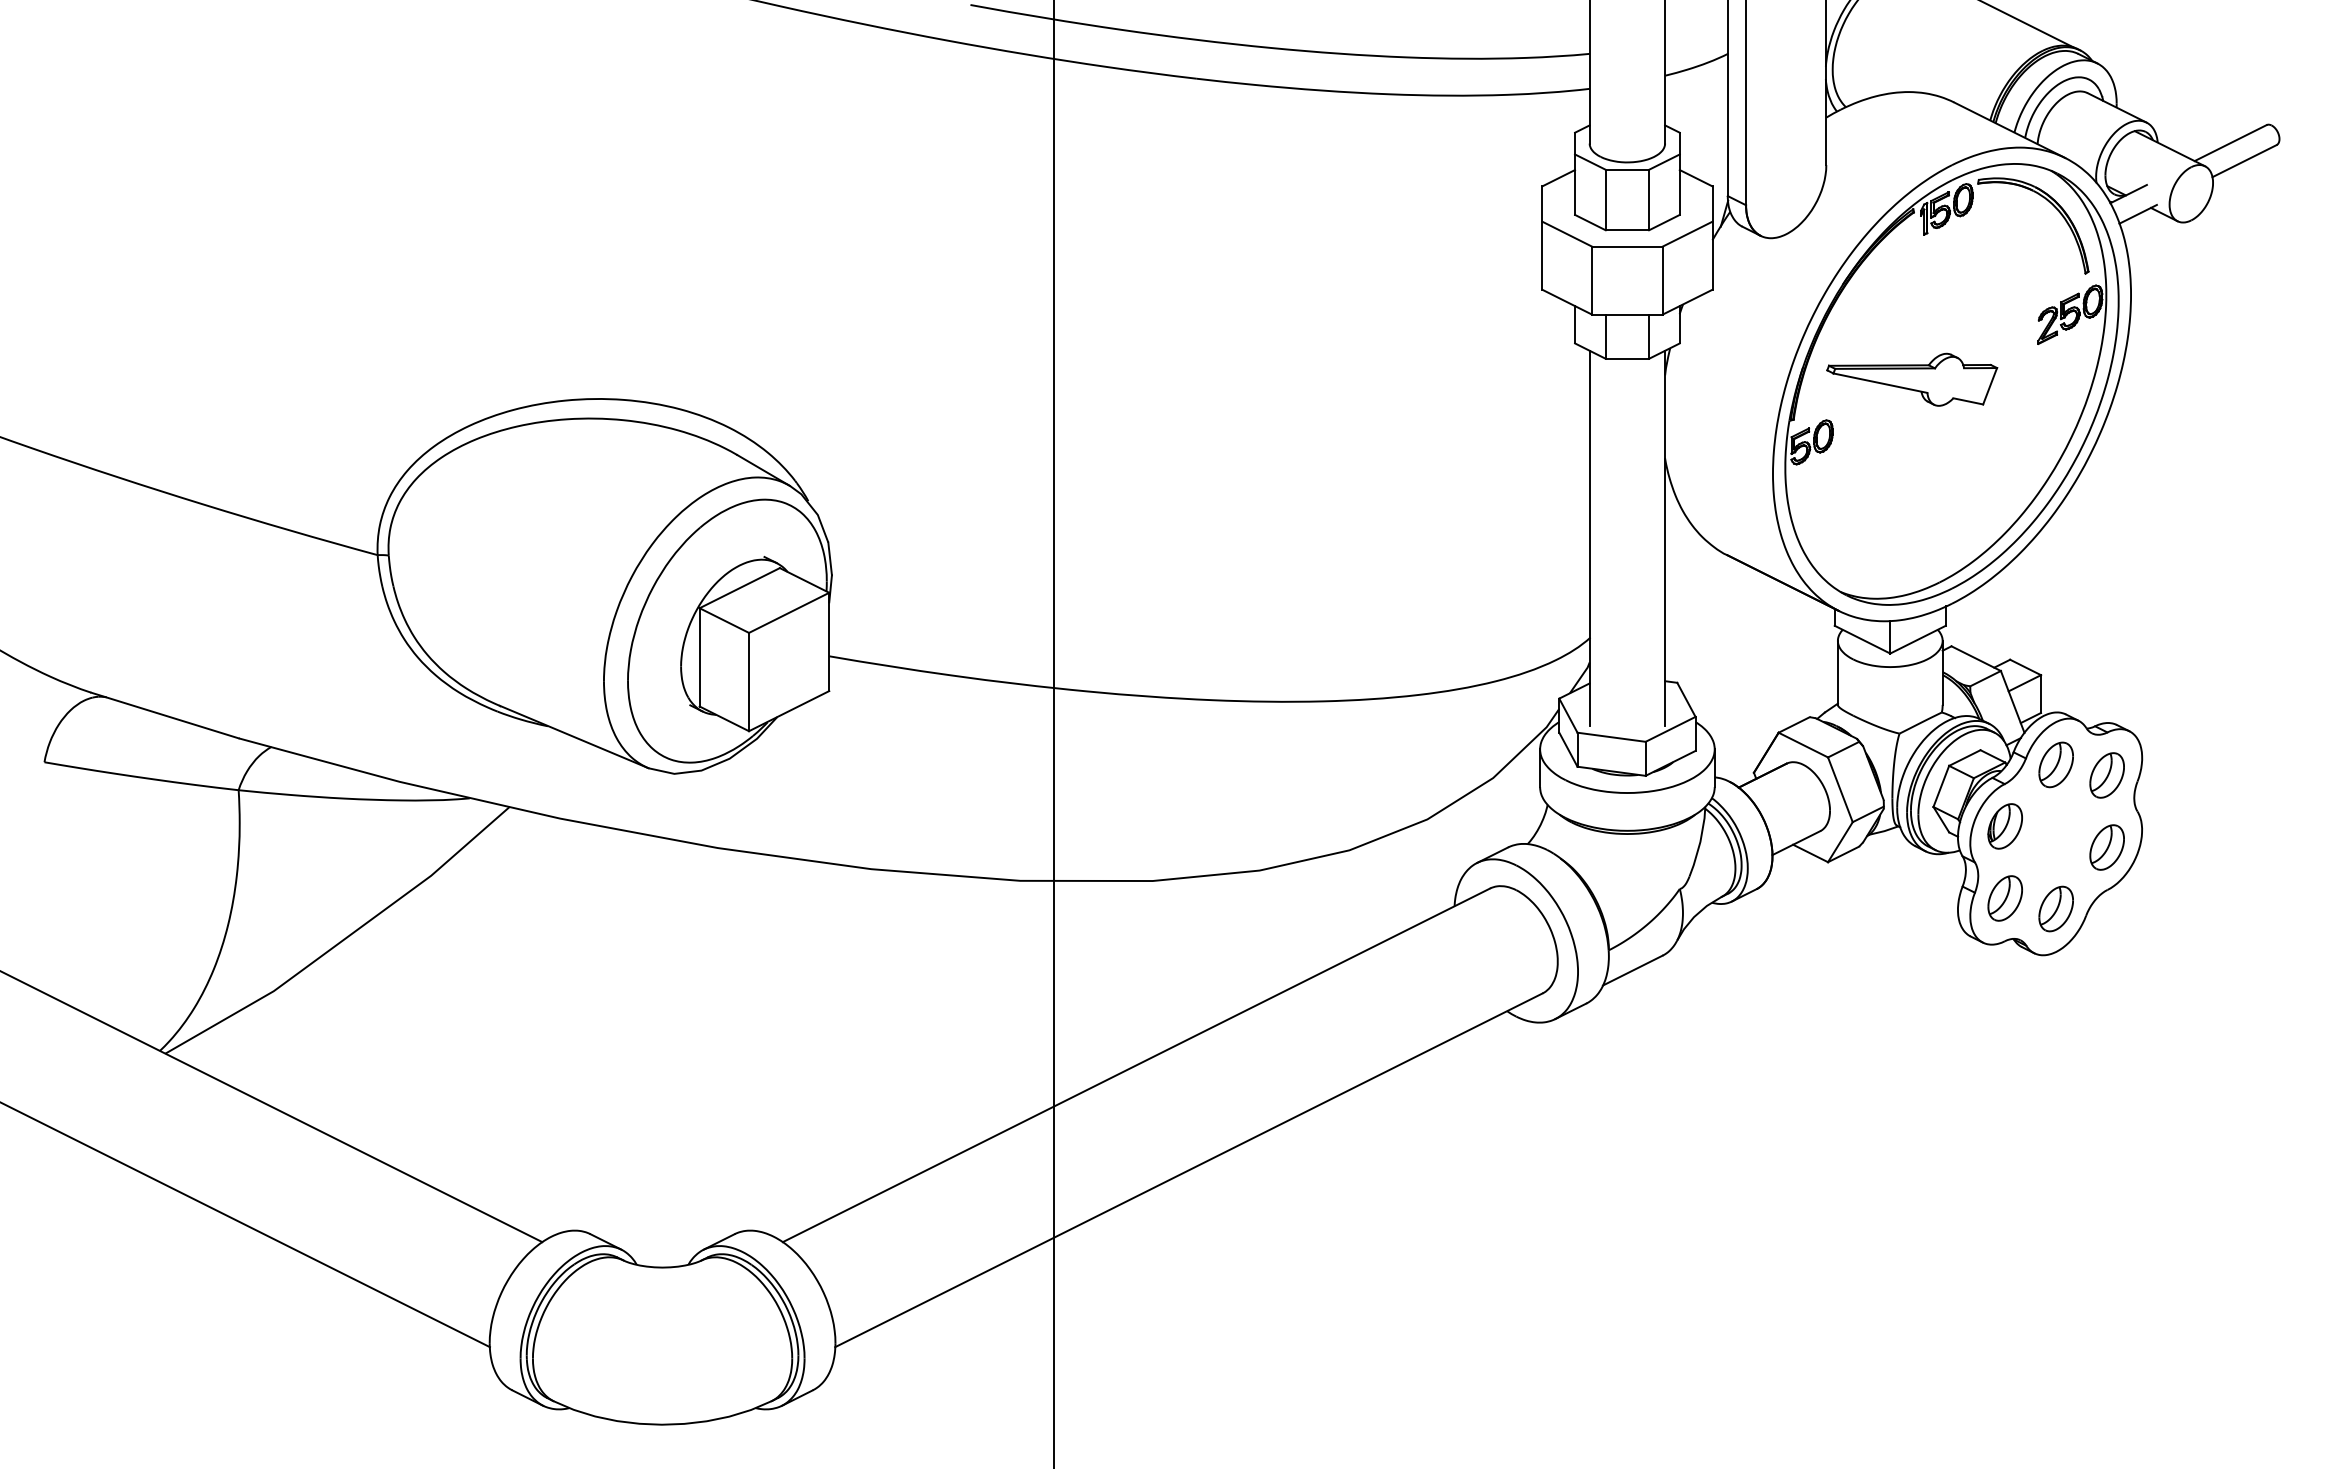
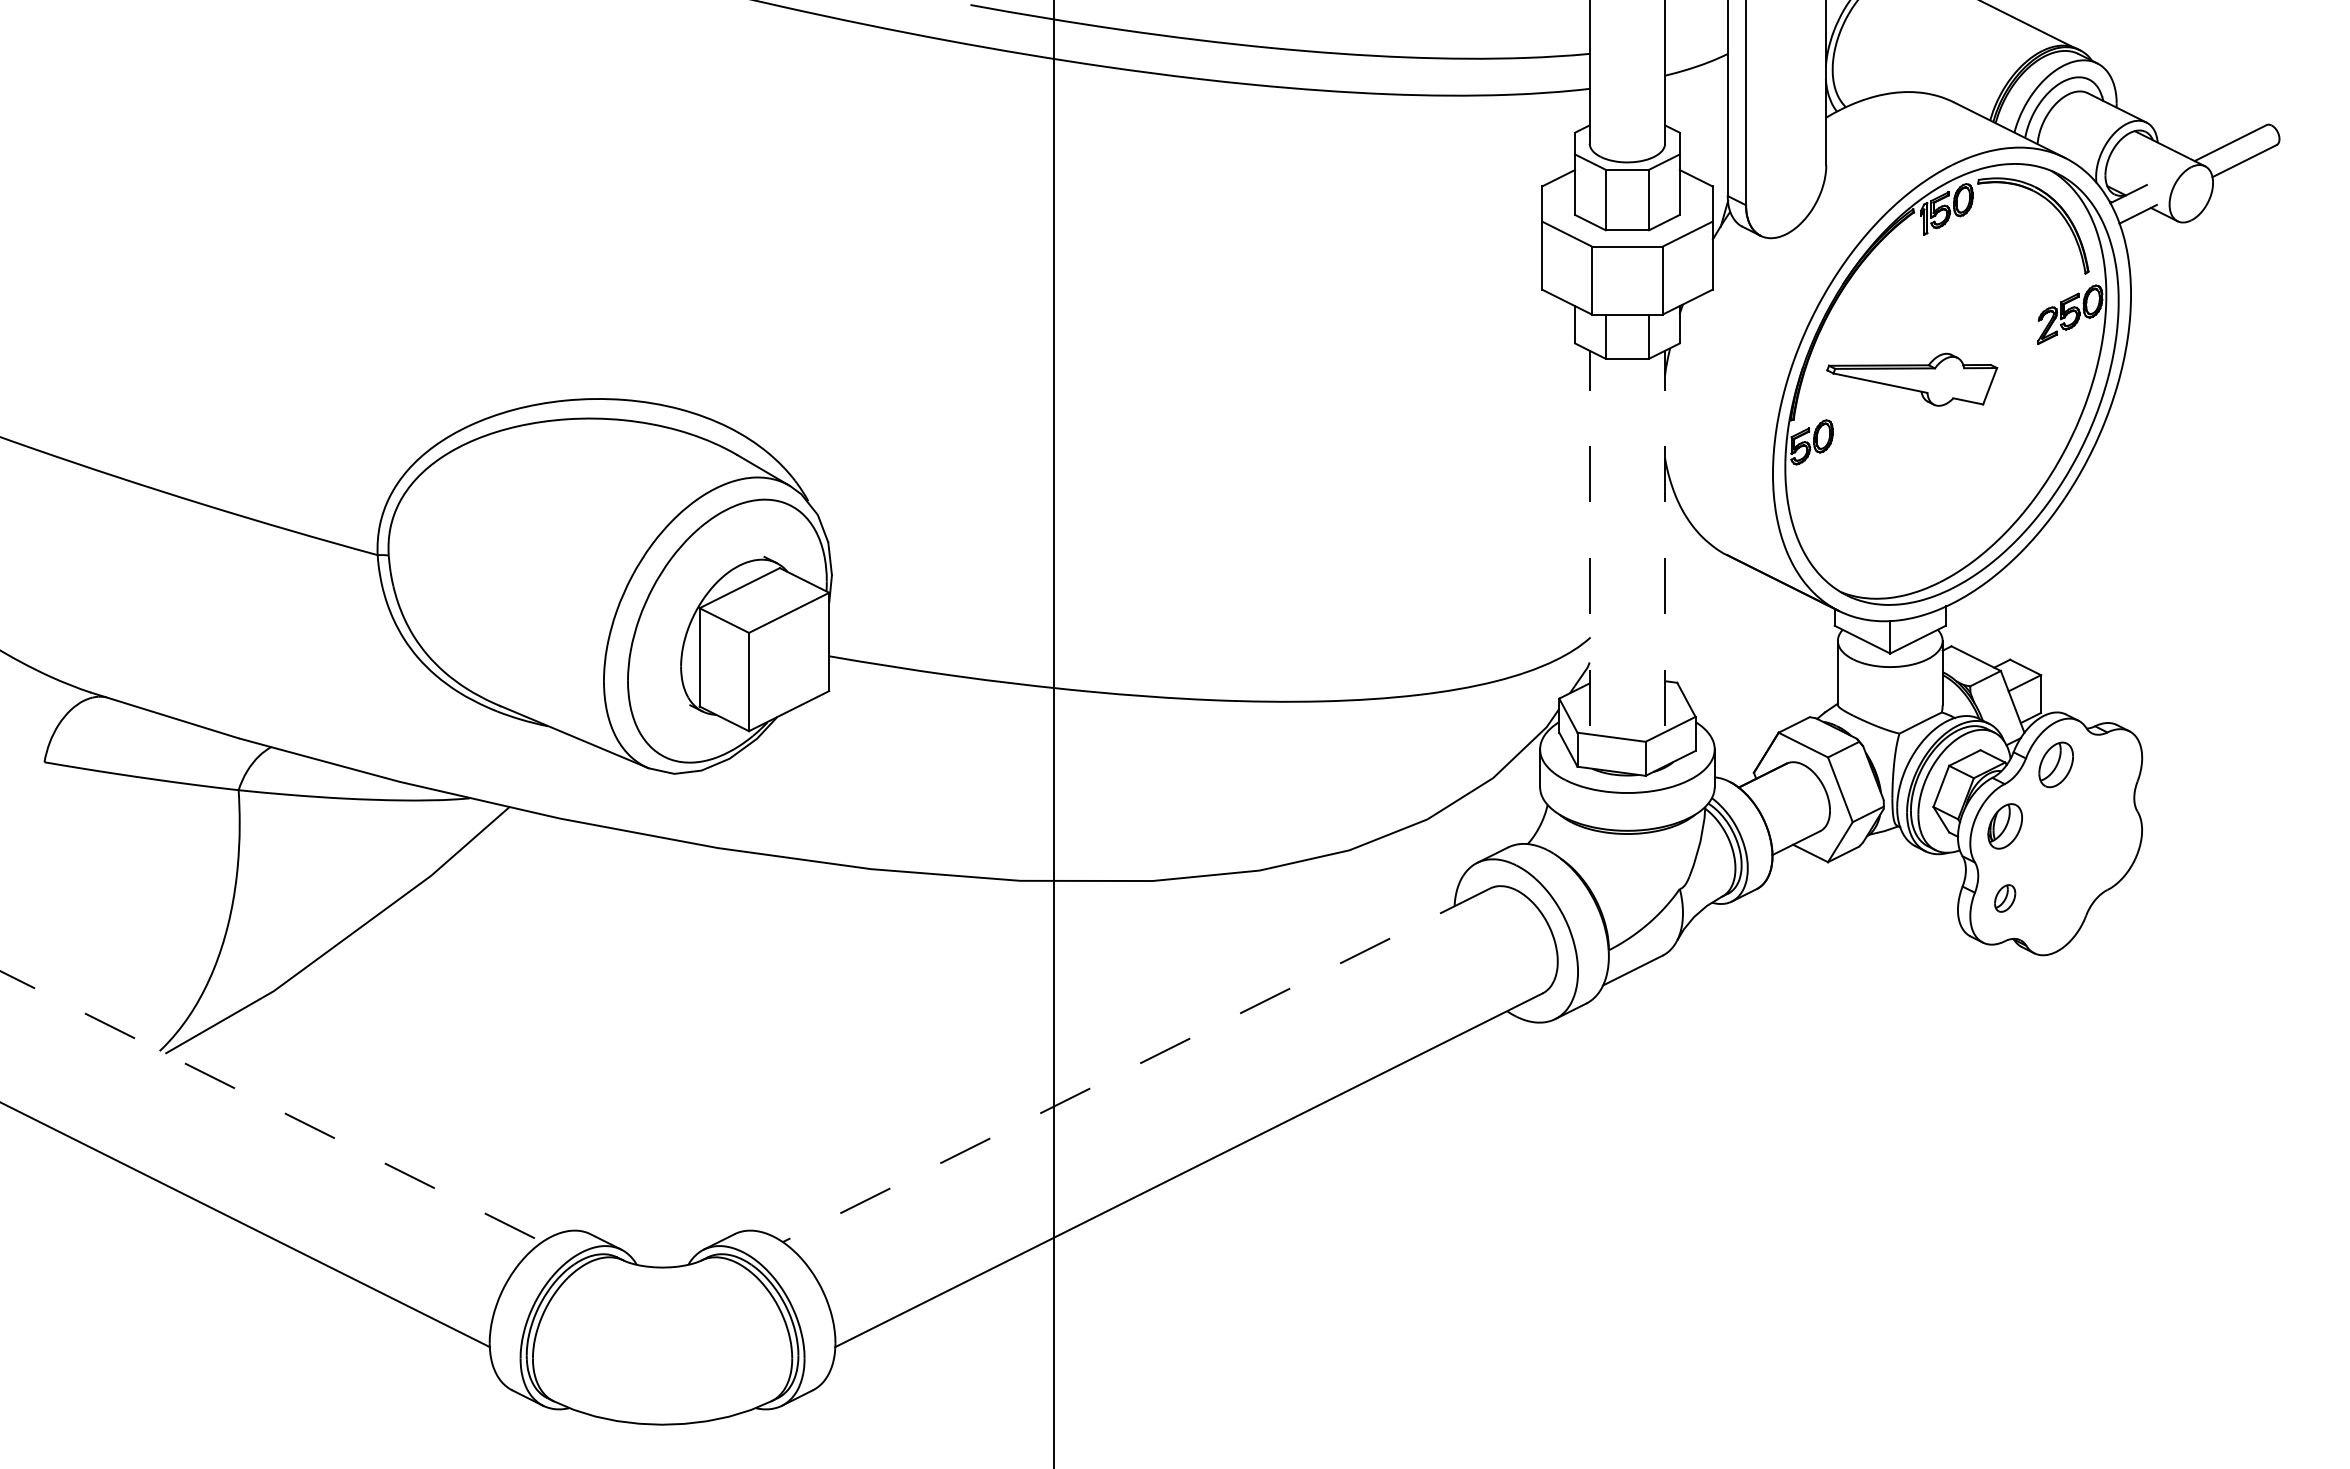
line at (1589, 537): solid -> dashed
line at (1665, 537): solid -> dashed
part at (2106, 775): present -> none
part at (2106, 847): present -> none
part at (2004, 898) size: 36x47 px -> 23x29 px
part at (2055, 908): present -> none
line at (1135, 1065): solid -> dashed
line at (271, 1106): solid -> dashed
